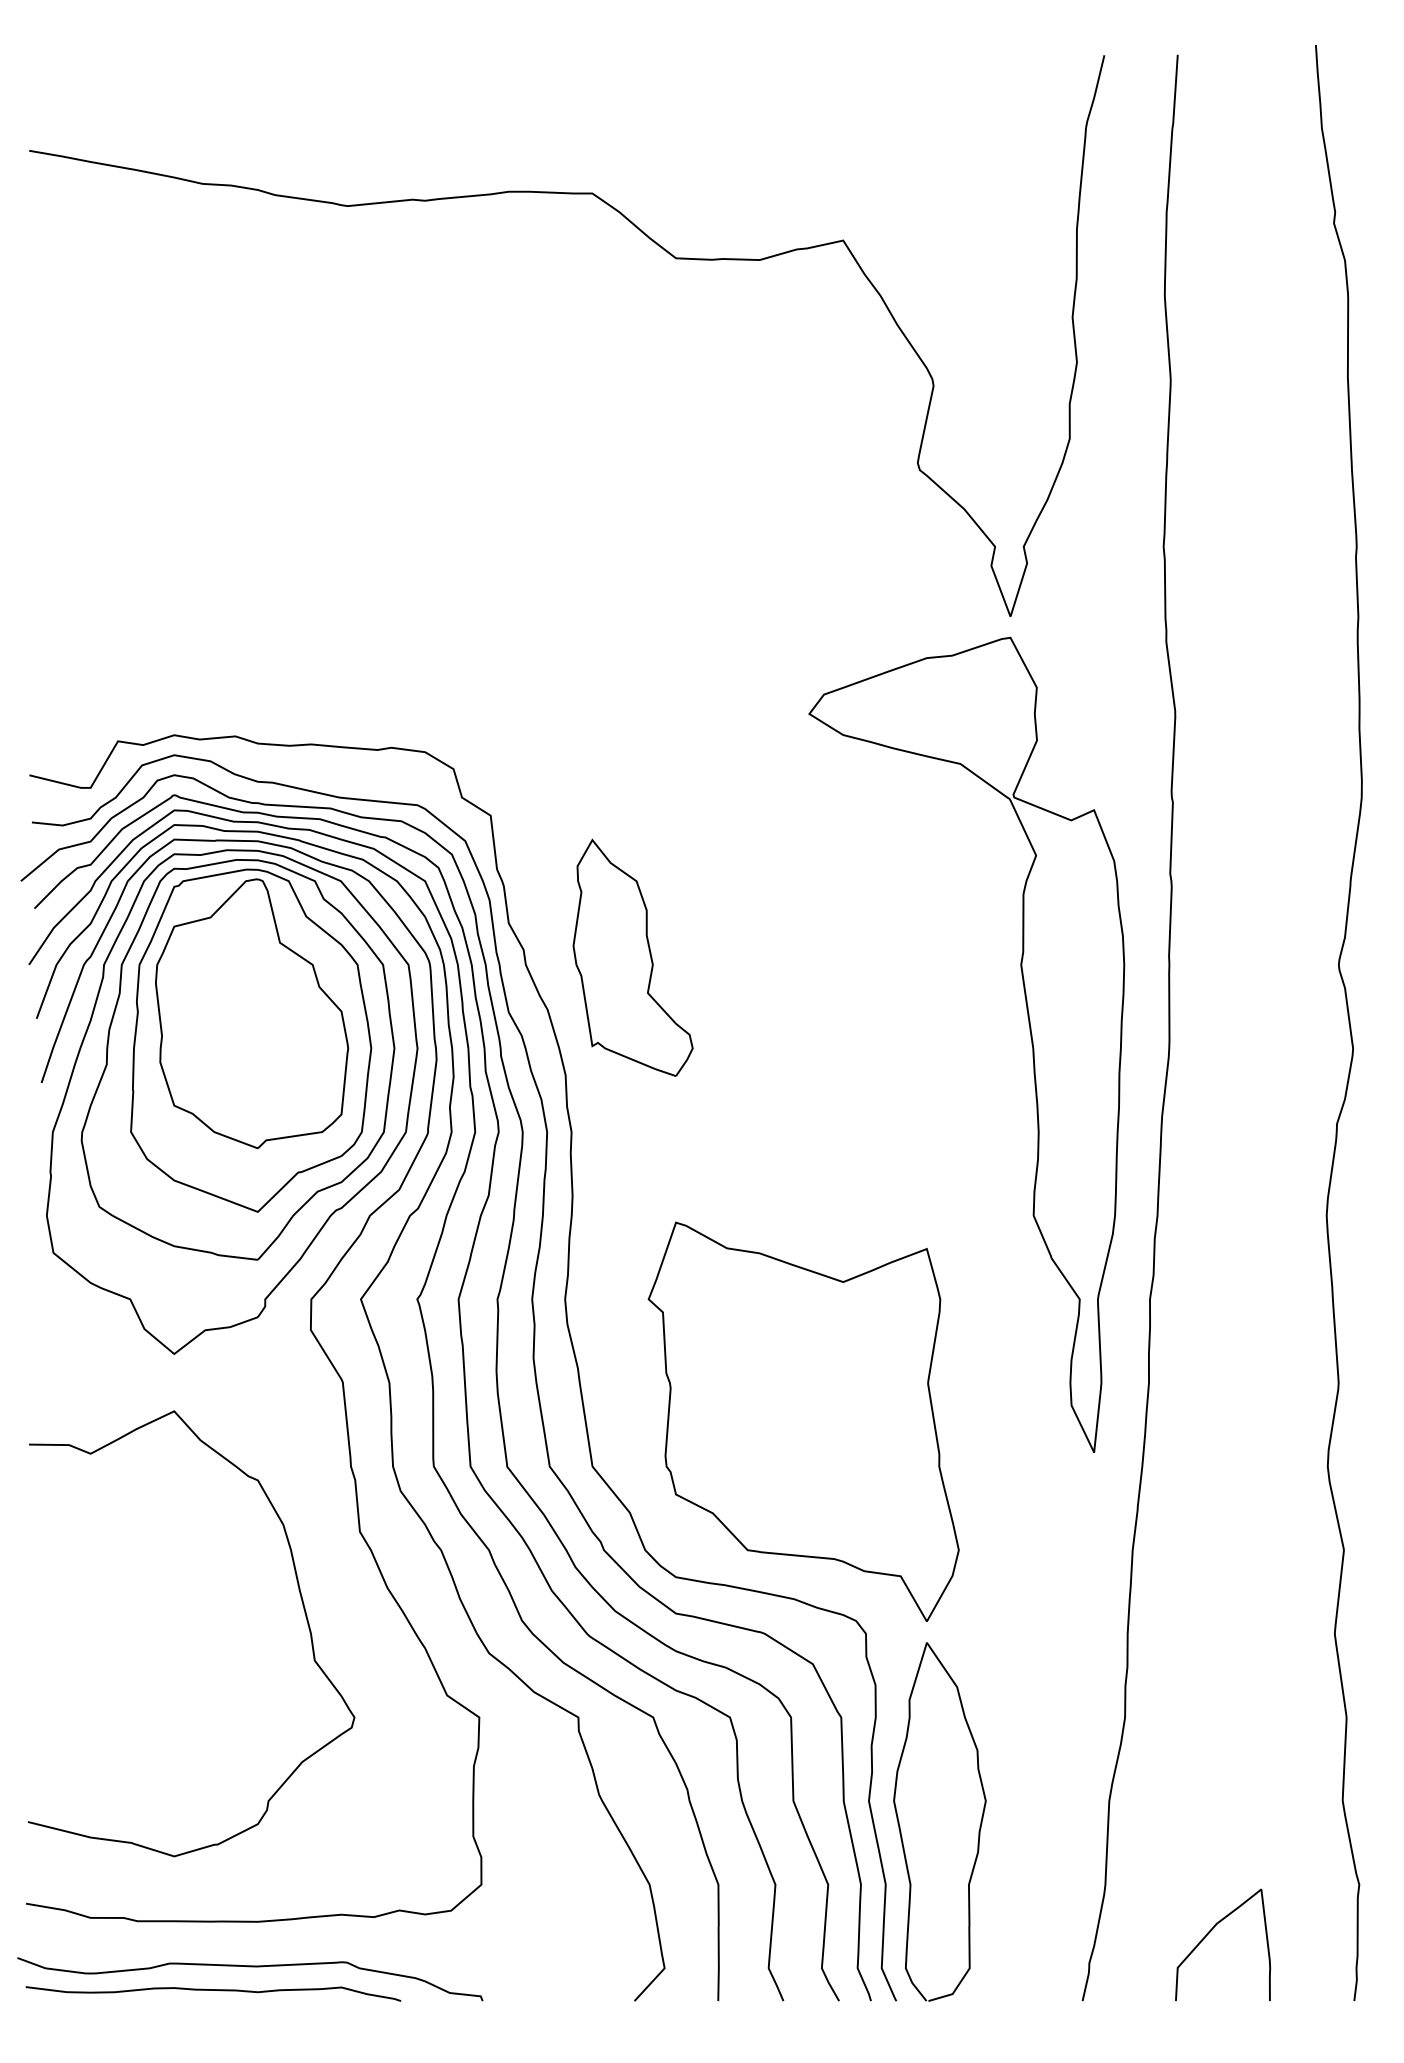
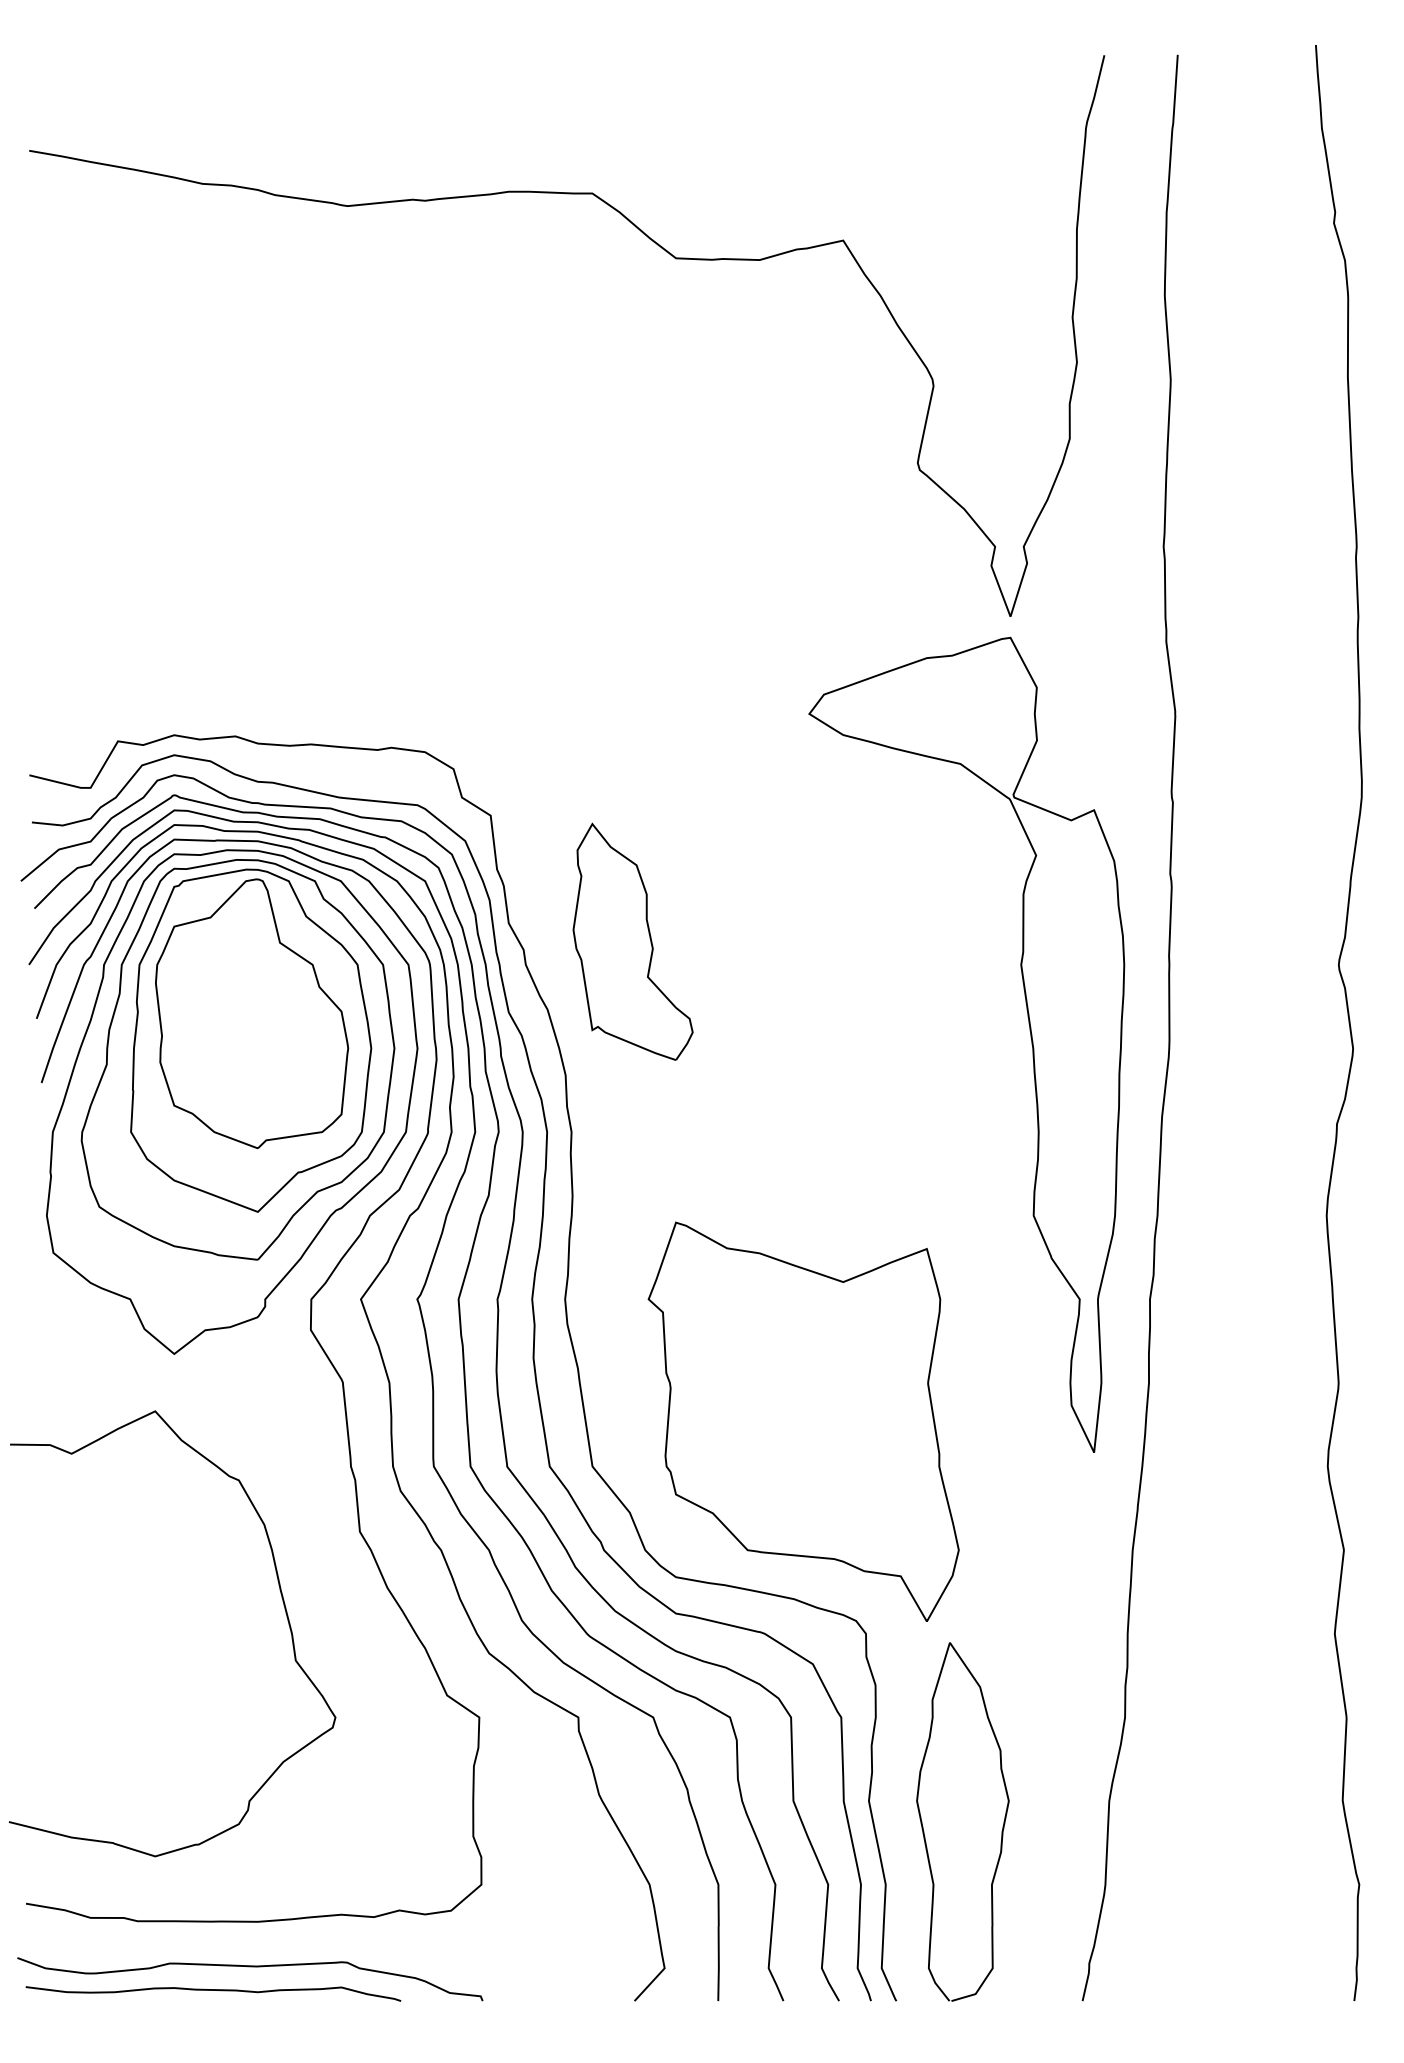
part at (632, 957) position: (632, 957) -> (632, 941)
curve at (302, 1605) position: (302, 1605) -> (283, 1605)
curve at (901, 1831) position: (901, 1831) -> (924, 1831)
curve at (1211, 1931): present -> none
